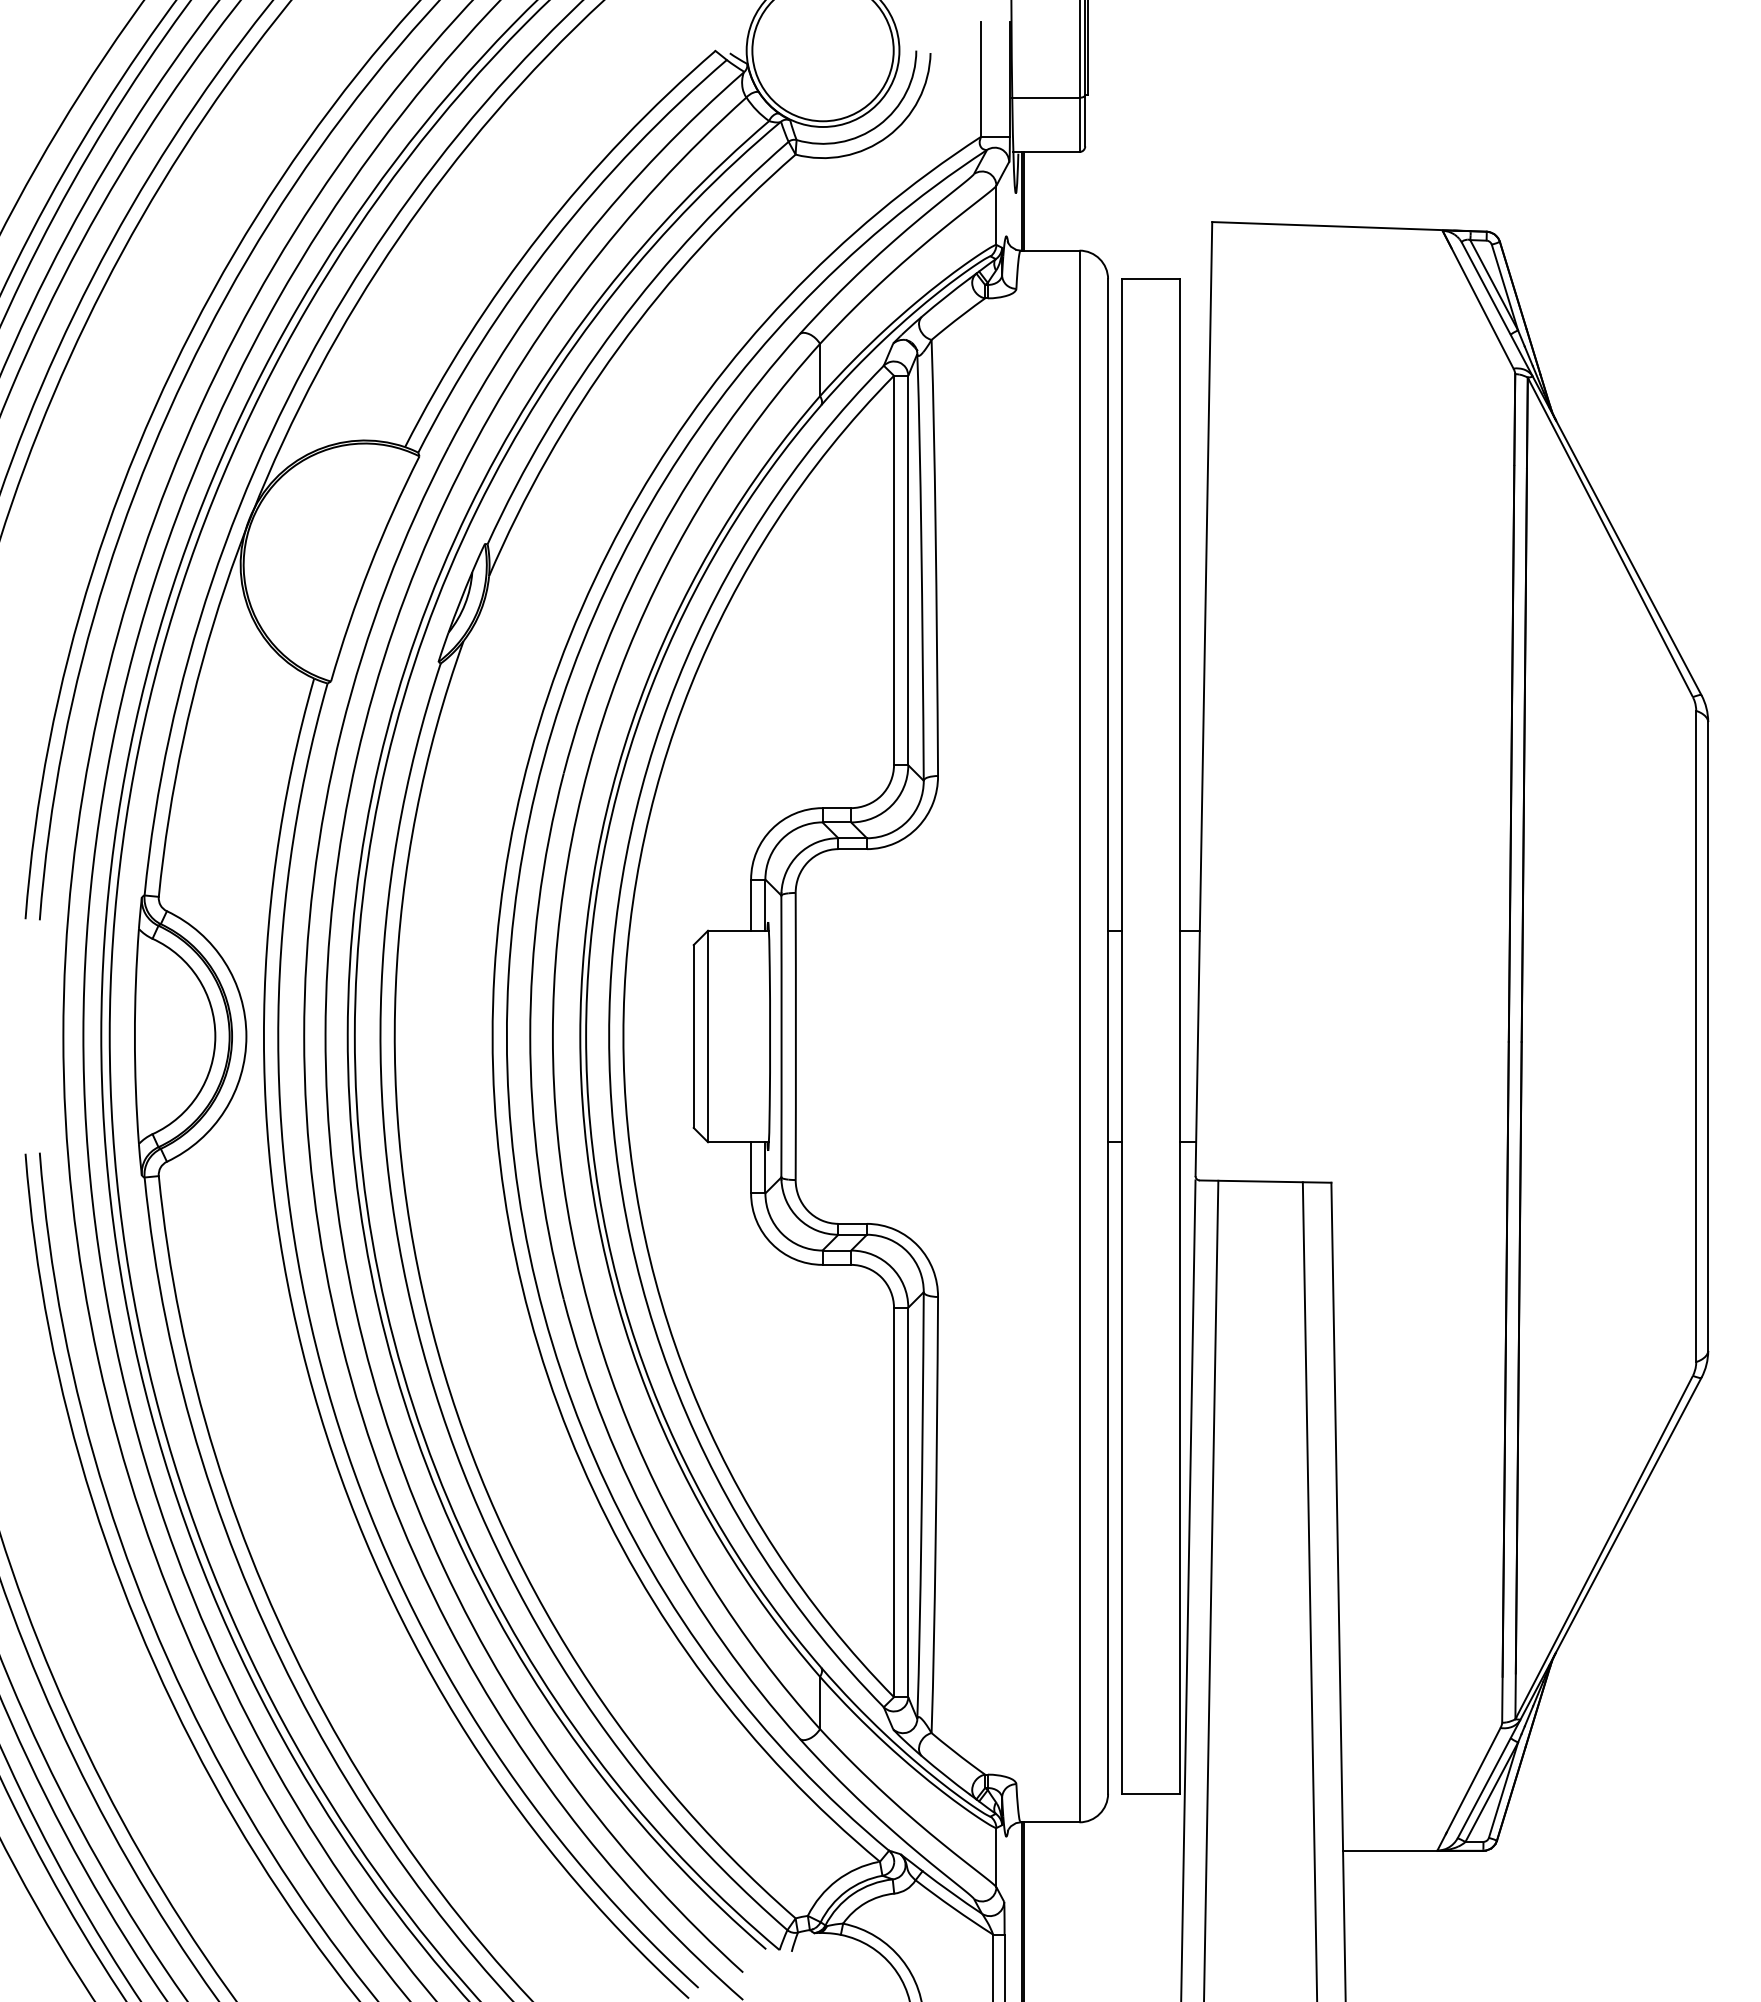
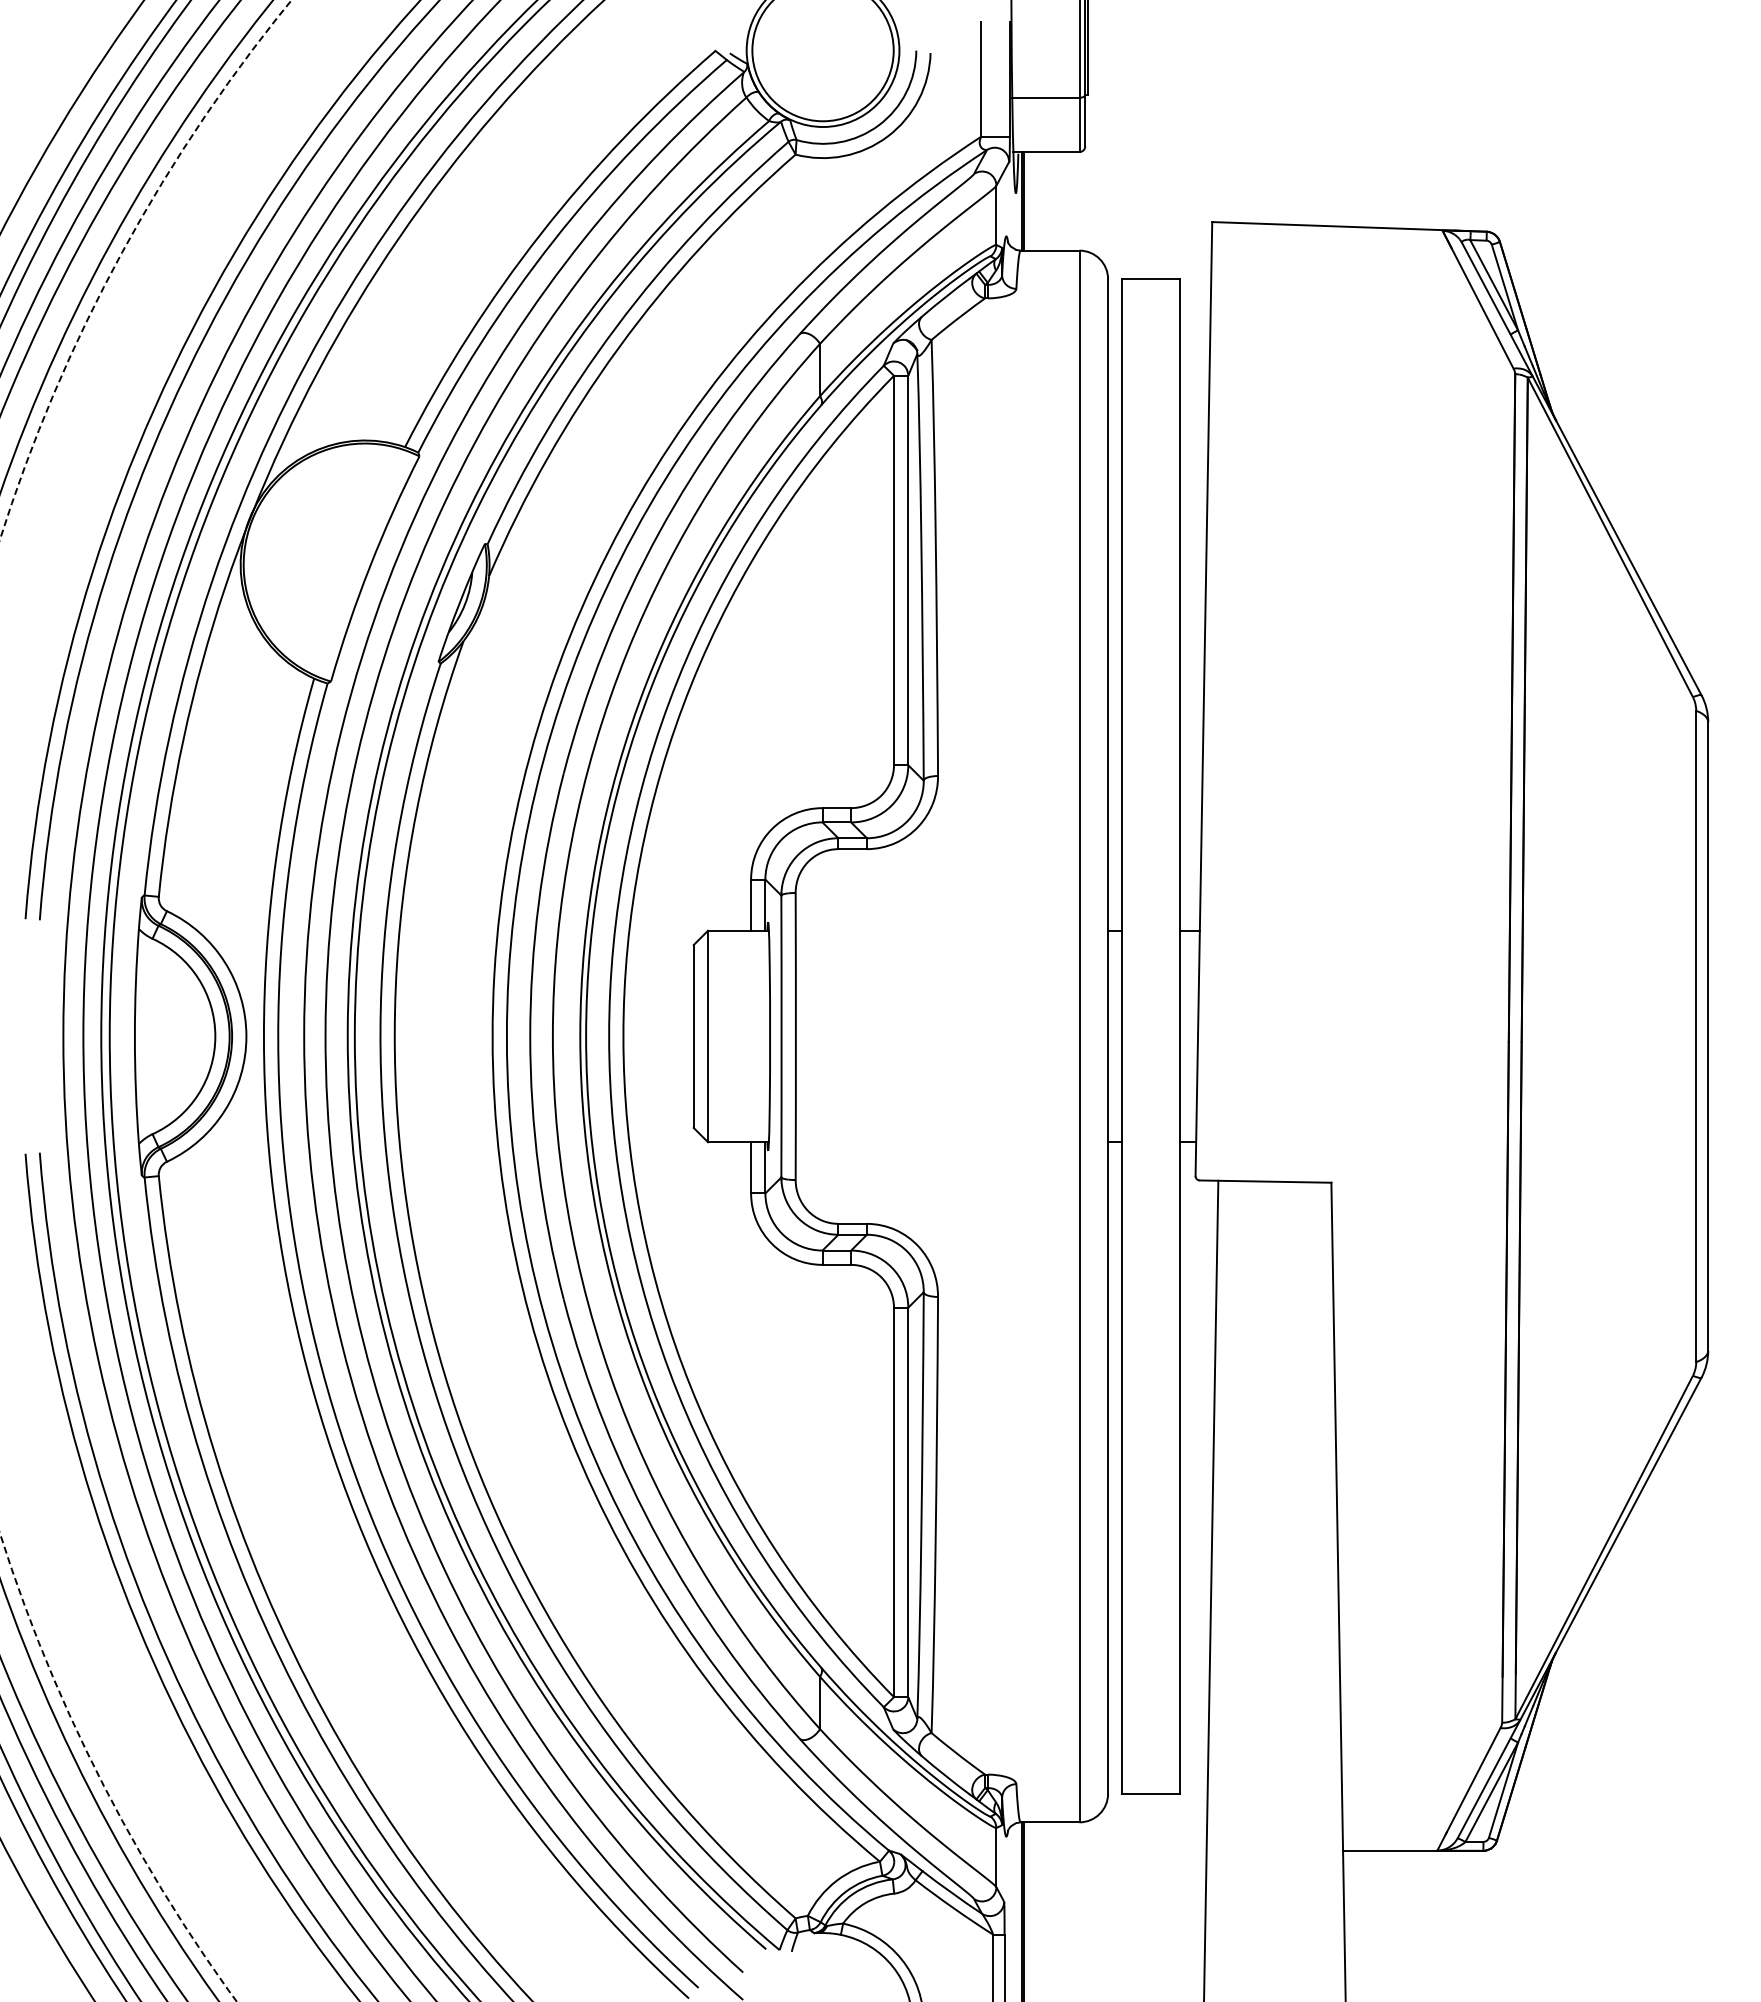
arc at (14, 497): solid -> dashed
line at (1188, 1589): present -> none
line at (1309, 1590): present -> none
